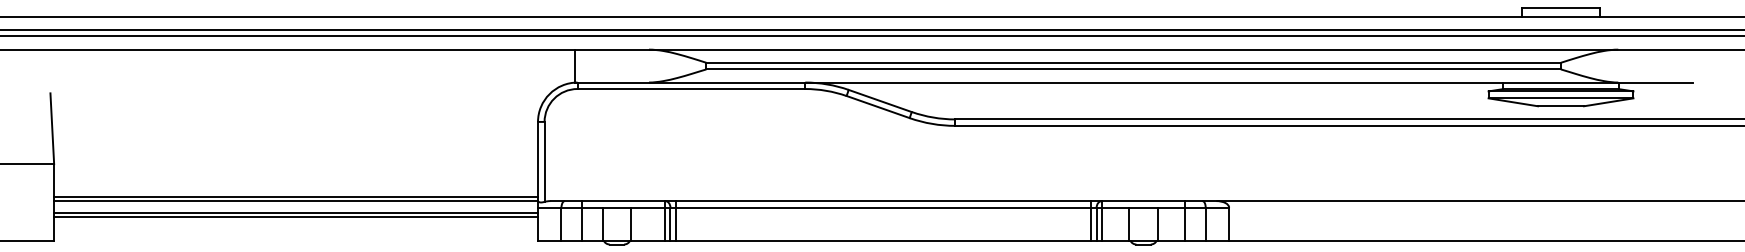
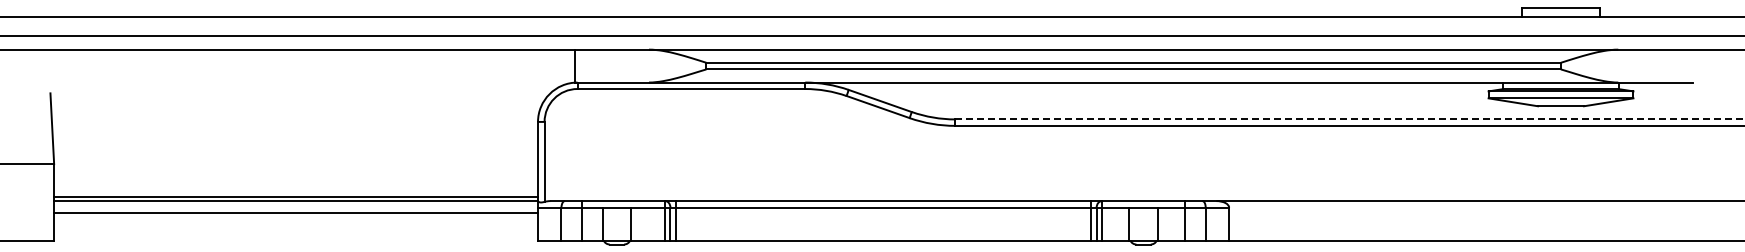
line at (871, 29): present -> none
line at (1350, 119): solid -> dashed
line at (296, 216): present -> none
